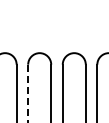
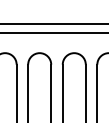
line at (53, 24): none -> present
line at (53, 33): none -> present
line at (28, 93): dashed -> solid
